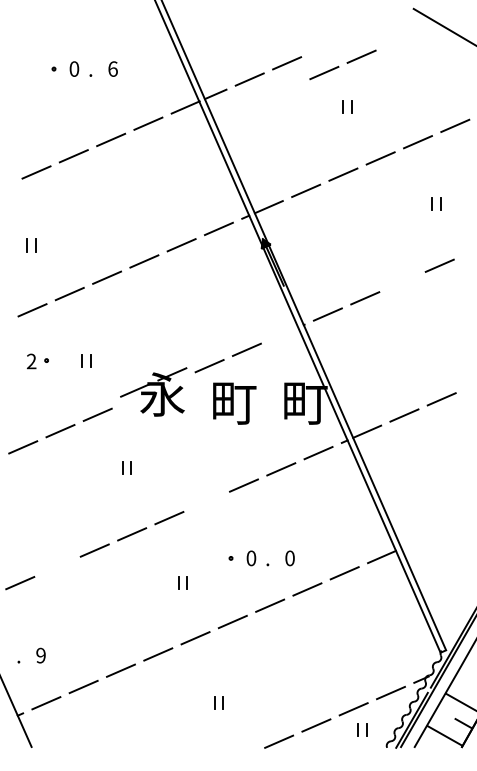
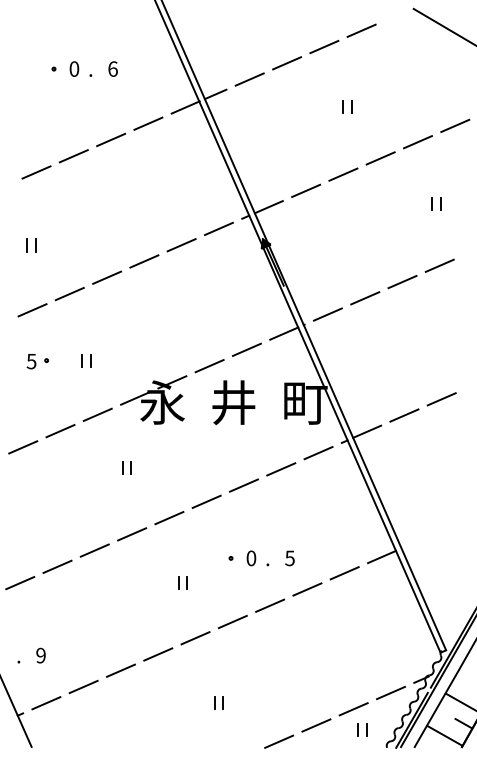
line at (339, 66) position: (339, 66) -> (339, 40)
line at (402, 281): none -> present
line at (284, 333): none -> present
text at (31, 361): 2 -> 5
part at (153, 391) position: (153, 391) -> (153, 399)
text at (234, 402): 町 -> 井
line at (206, 501): none -> present
text at (289, 558): 0 -> 5
line at (57, 566): none -> present
